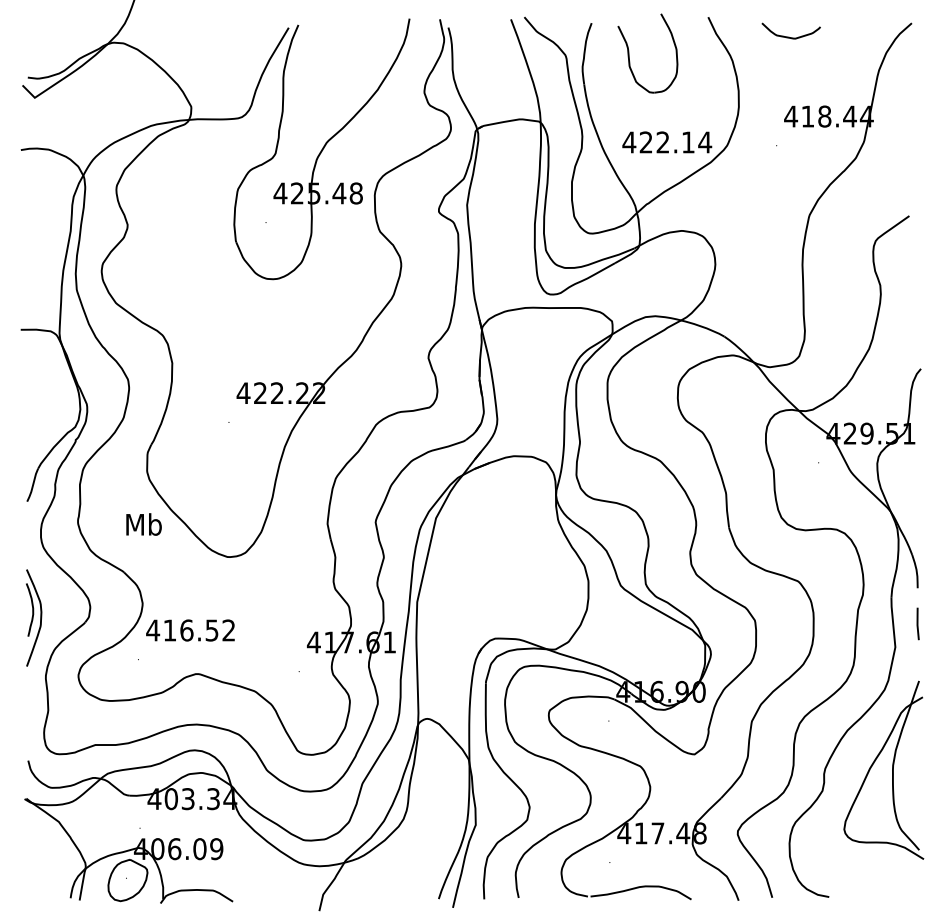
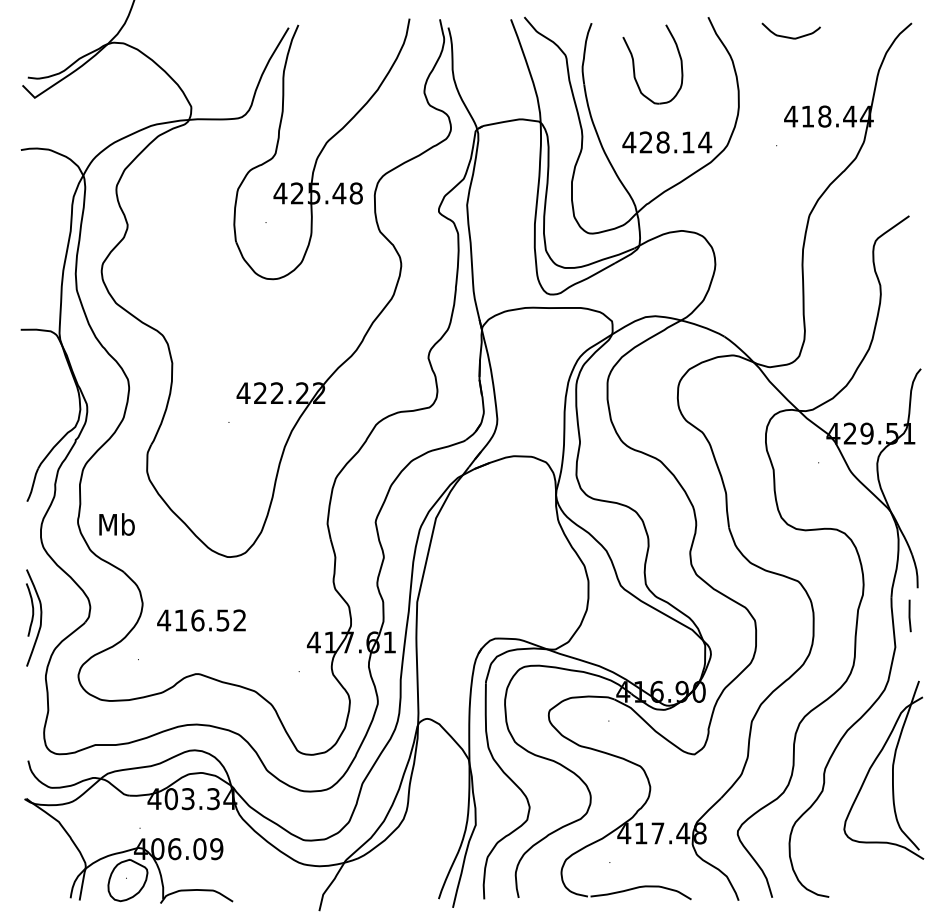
part at (629, 53) position: (629, 53) -> (634, 64)
text at (662, 142): 422.14 -> 428.14
text at (143, 524) position: (143, 524) -> (116, 524)
line at (917, 623) position: (917, 623) -> (909, 615)
text at (190, 630) position: (190, 630) -> (201, 620)
